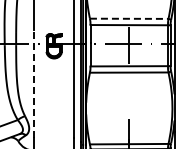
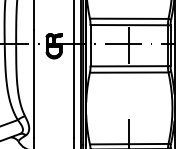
line at (129, 18): dashed -> solid
line at (34, 83): dashed -> solid
